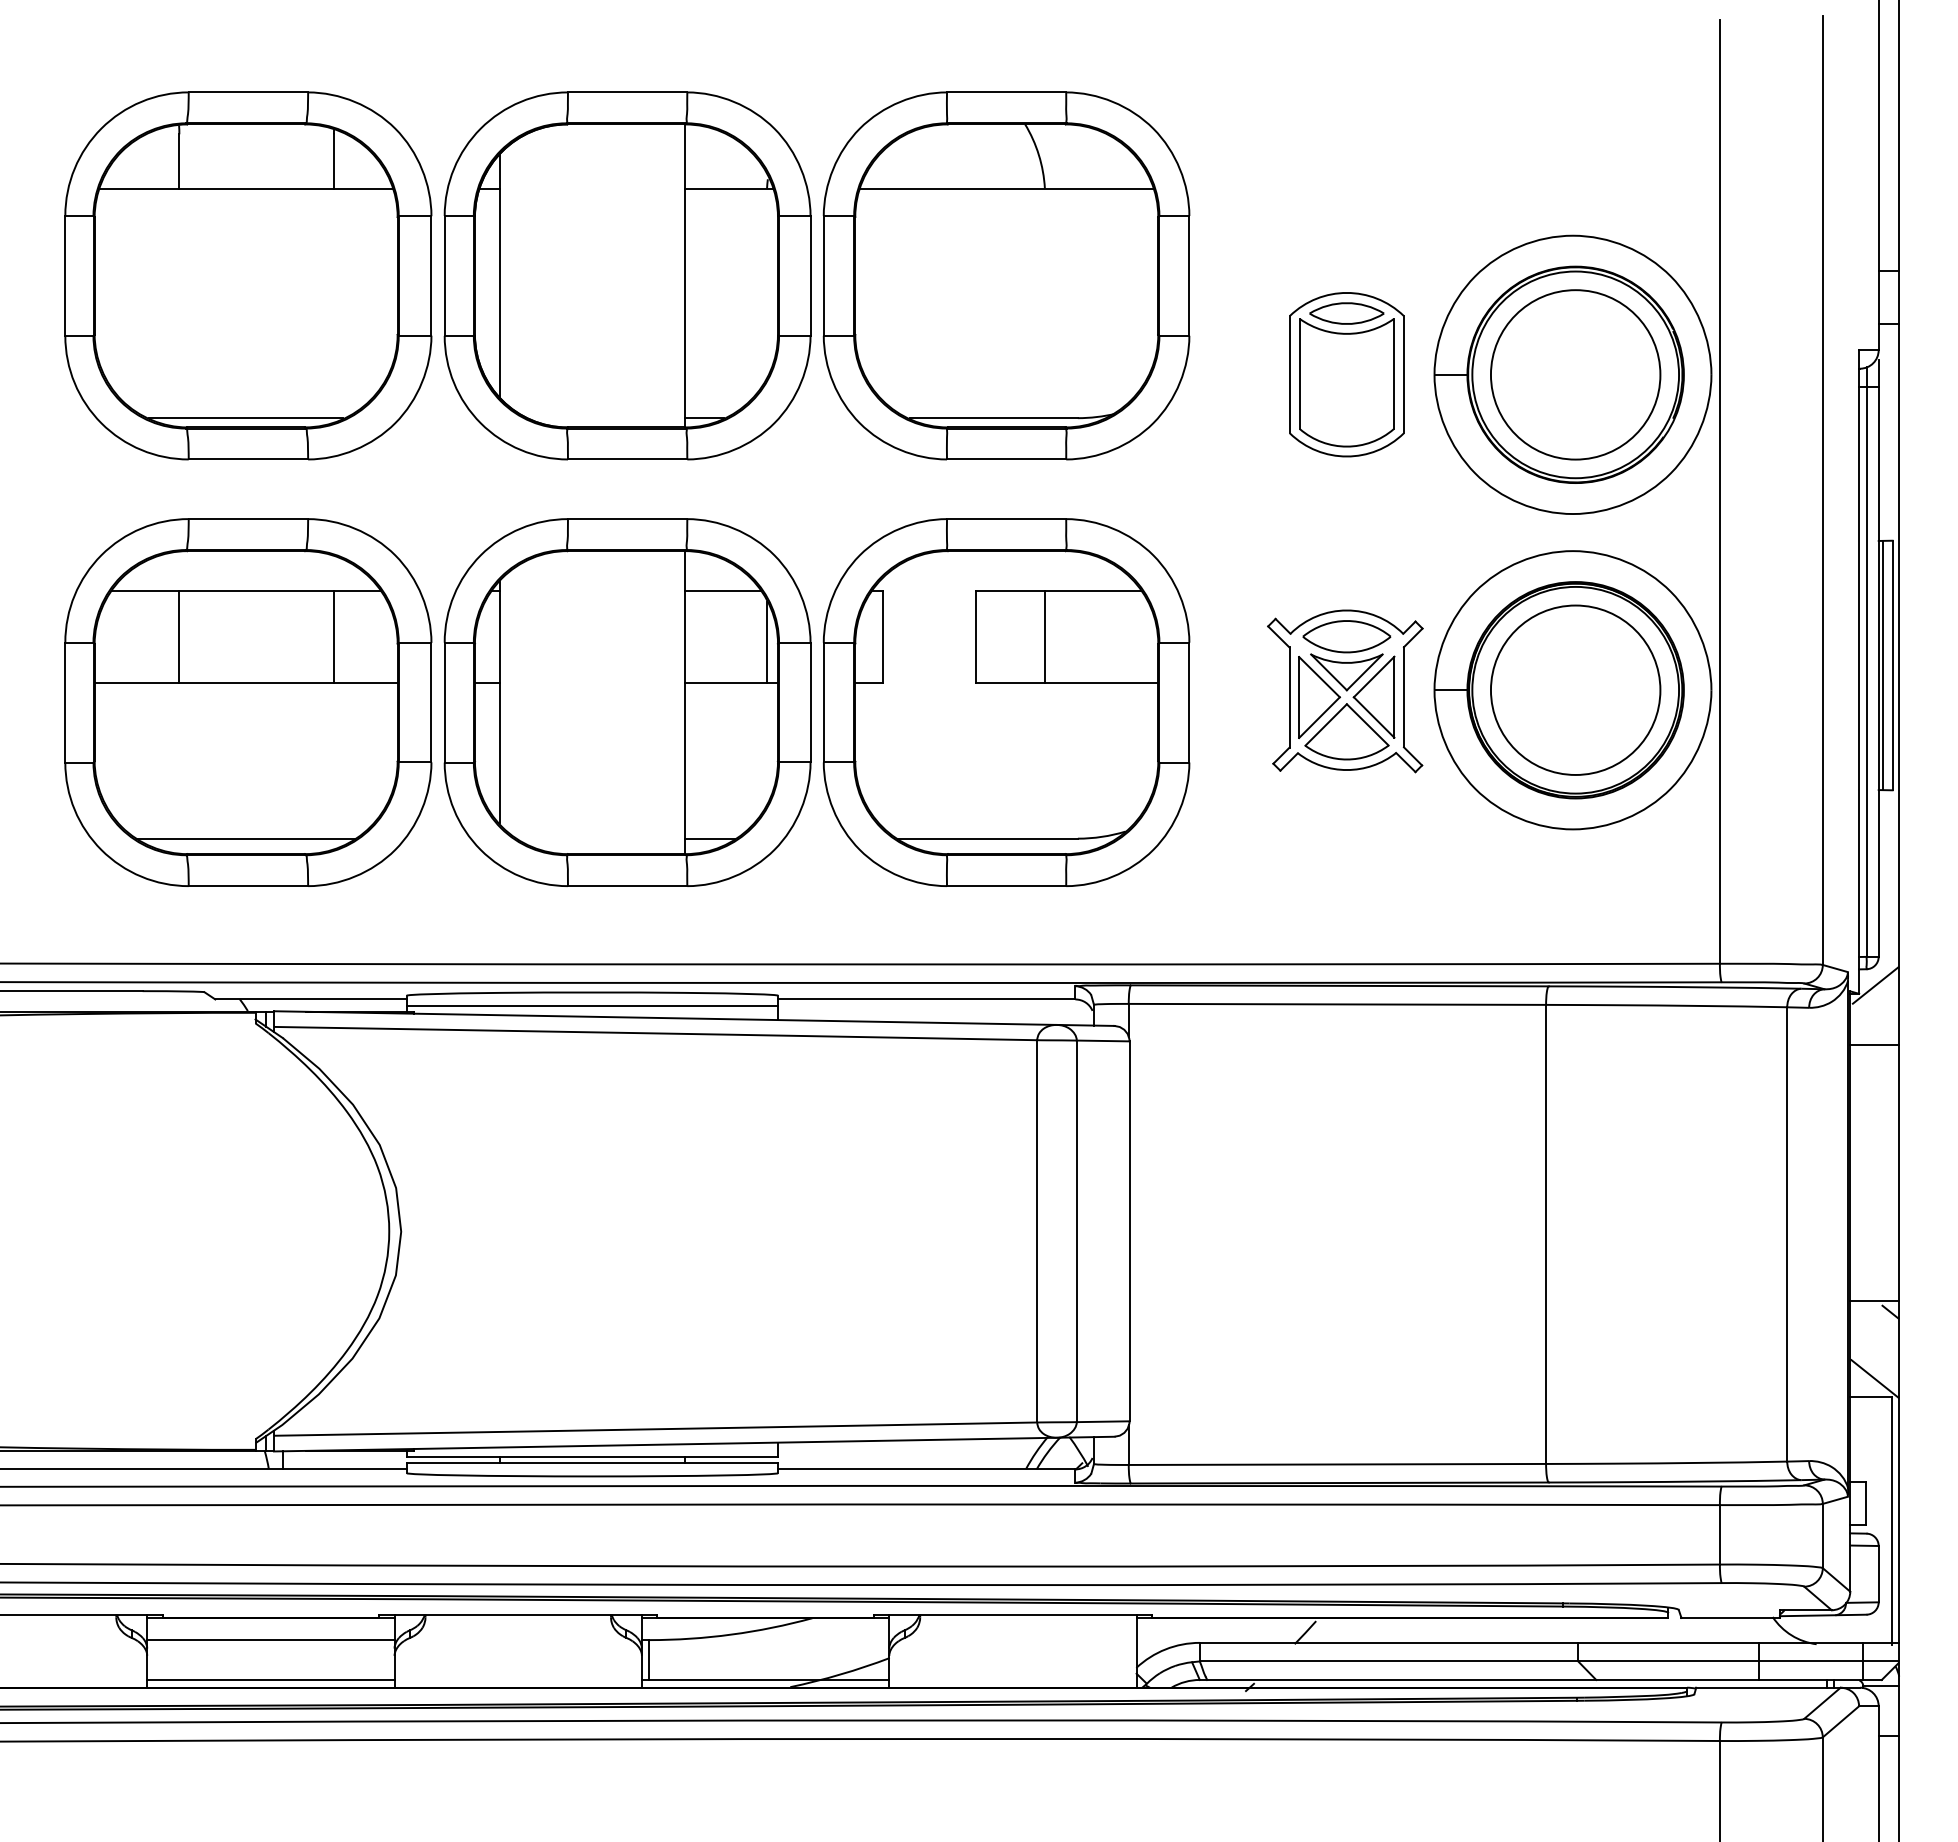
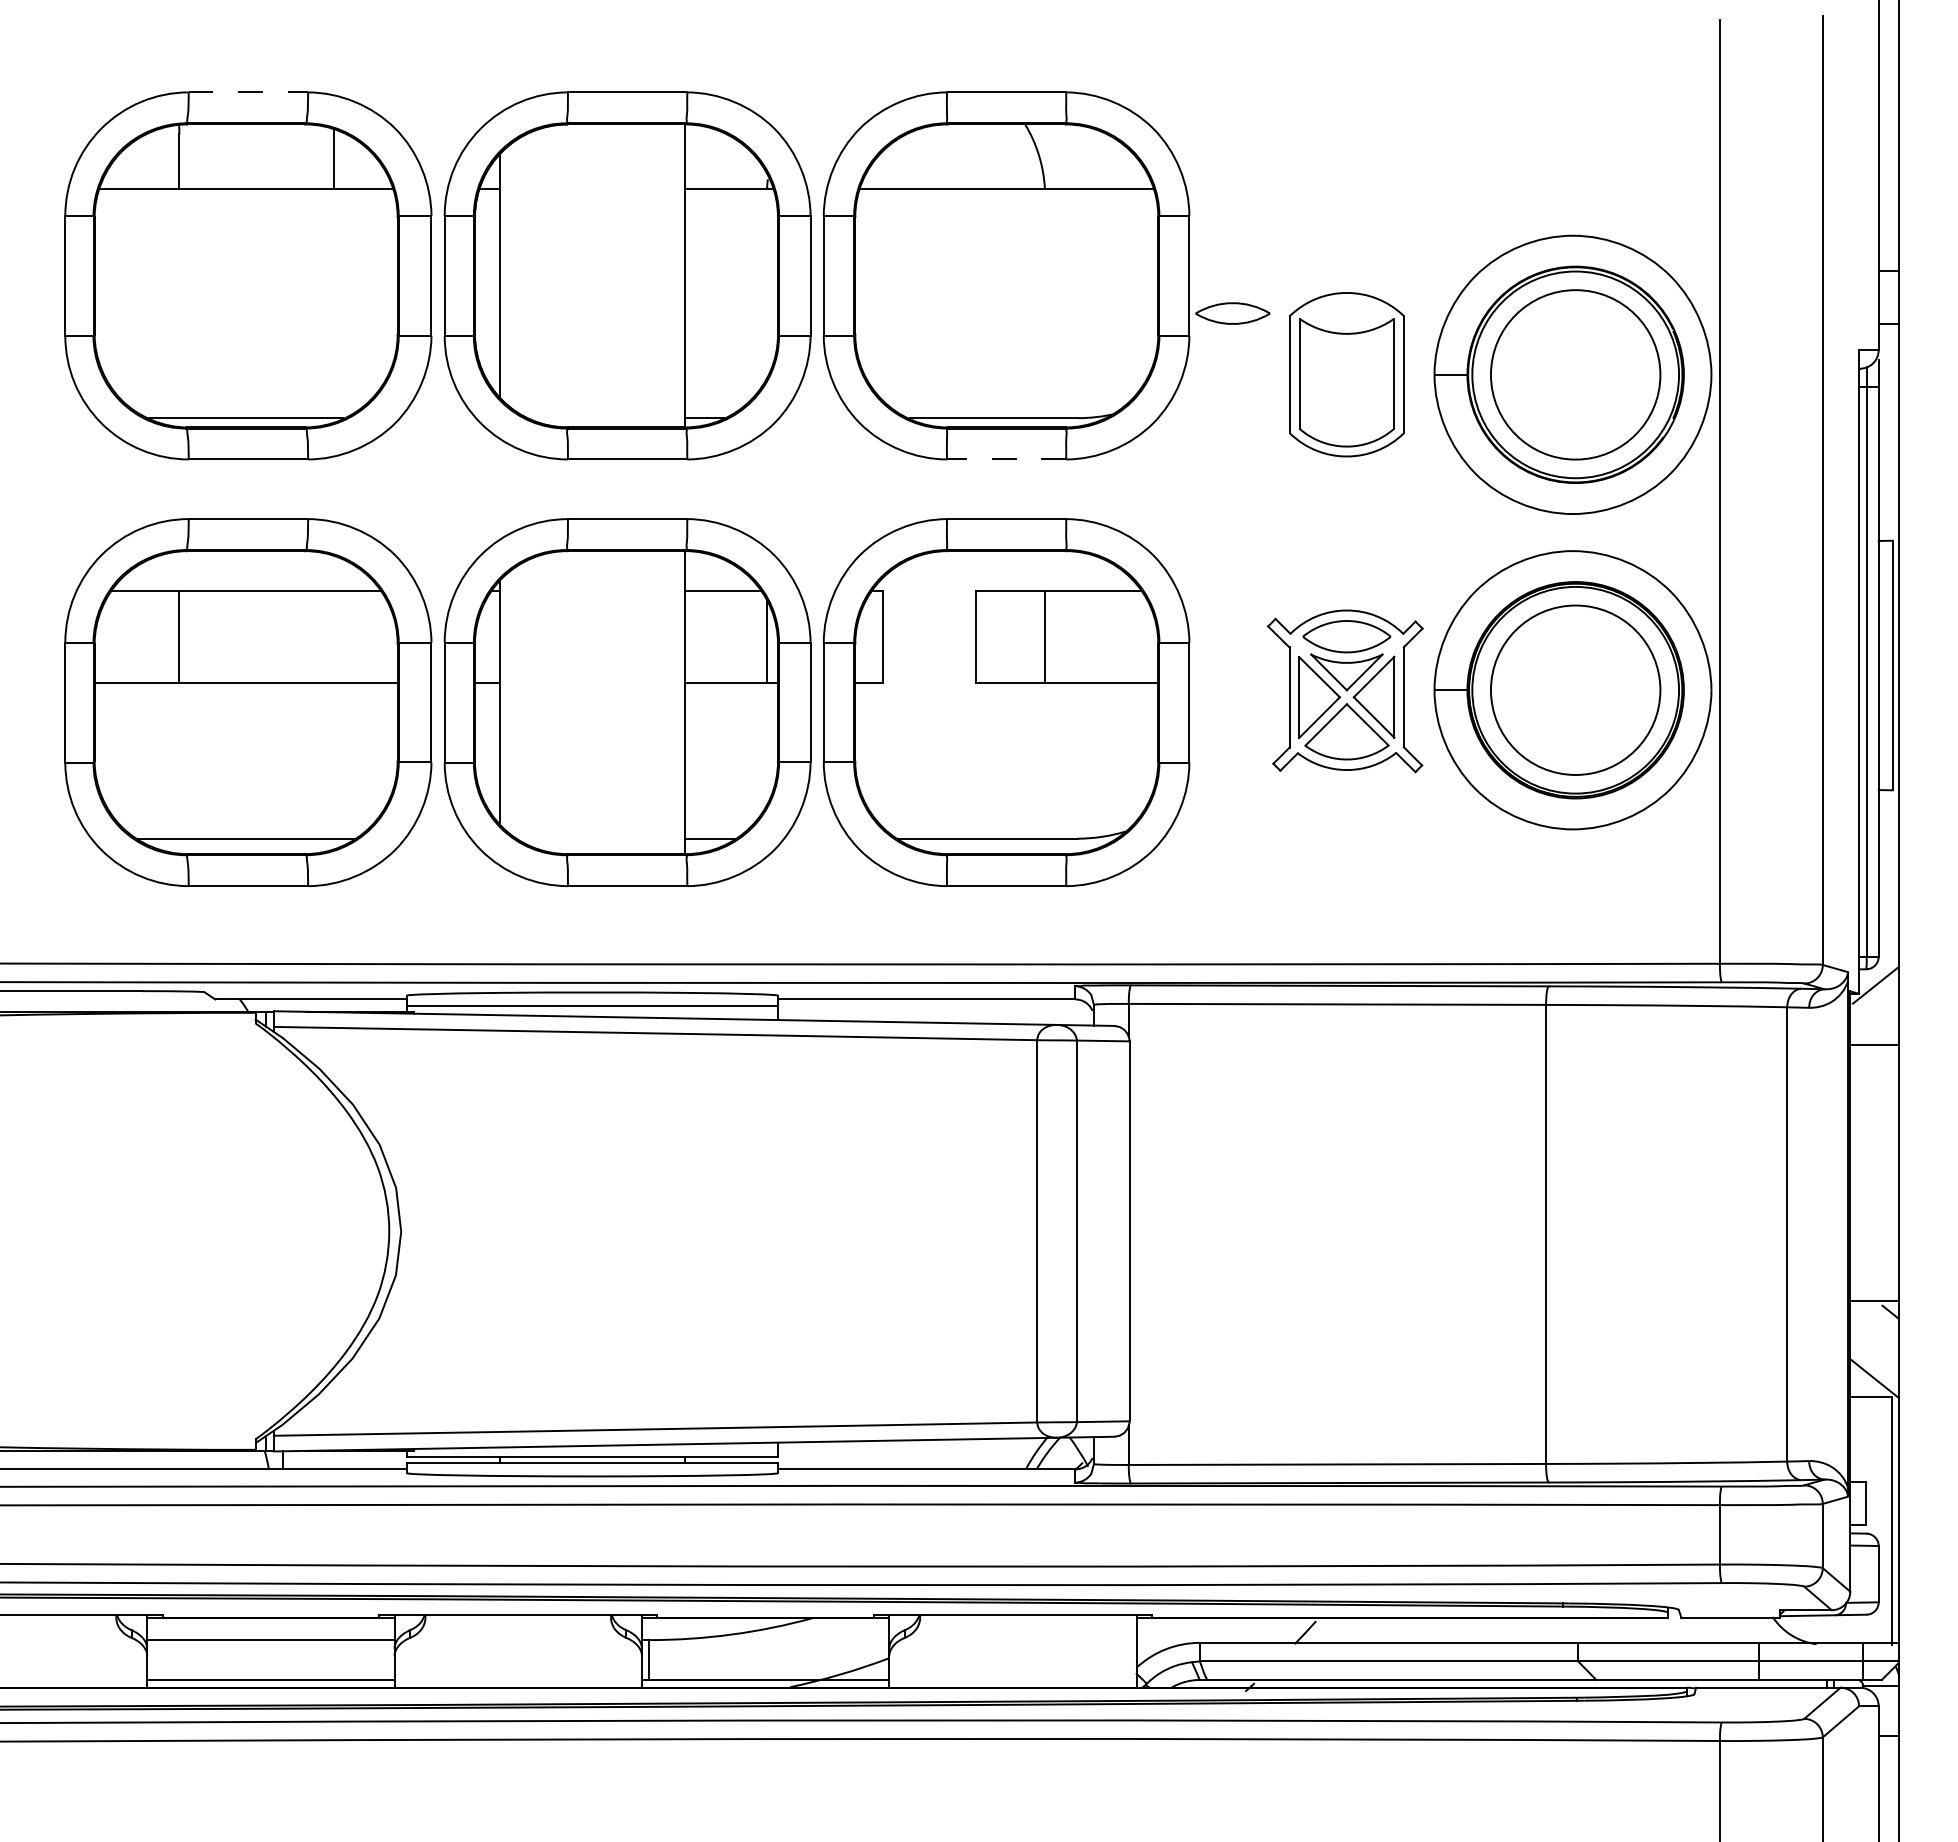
line at (248, 92): solid -> dashed
part at (1346, 313) position: (1346, 313) -> (1232, 313)
line at (1006, 459): solid -> dashed
line at (333, 636): present -> none
line at (1883, 665): present -> none
